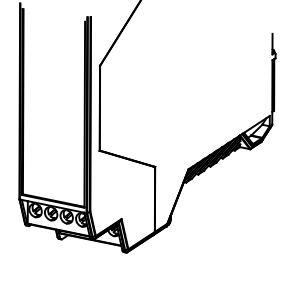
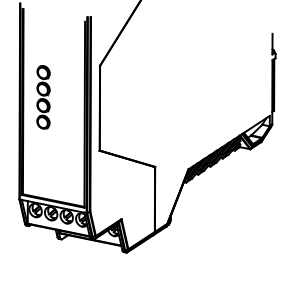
part at (43, 97): none -> present
